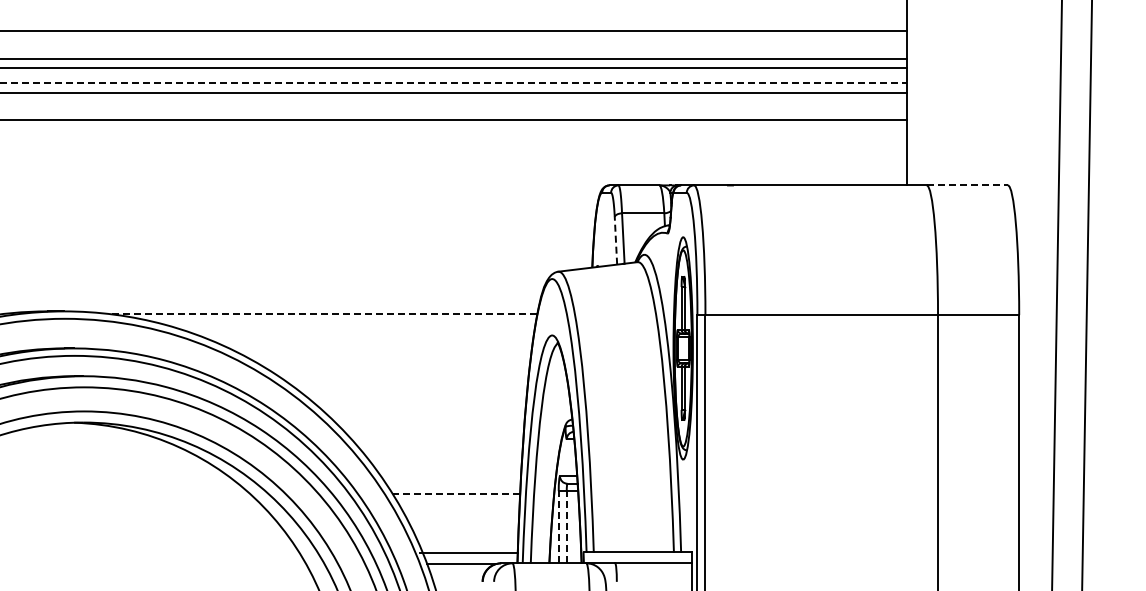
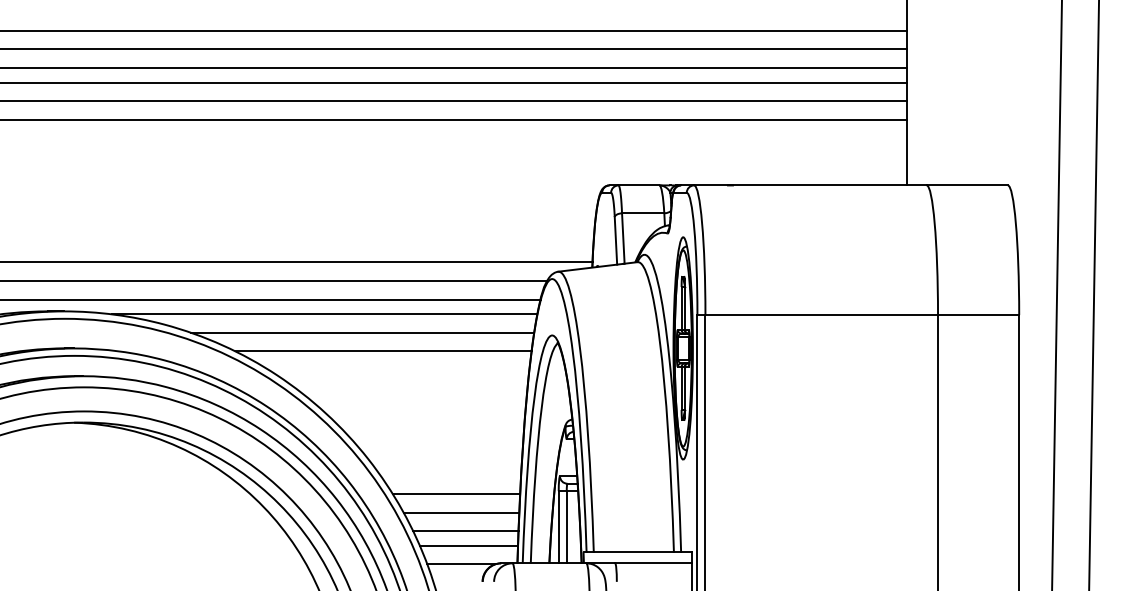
line at (454, 59) position: (454, 59) -> (454, 49)
line at (454, 82): dashed -> solid
line at (454, 93) position: (454, 93) -> (454, 101)
line at (967, 185): dashed -> solid
line at (615, 240): dashed -> solid
line at (297, 262): none -> present
line at (274, 281): none -> present
line at (1086, 294) position: (1086, 294) -> (1093, 294)
line at (271, 299): none -> present
line at (324, 314): dashed -> solid
line at (362, 332): none -> present
line at (383, 351): none -> present
line at (456, 494): dashed -> solid
line at (461, 512): none -> present
line at (558, 526): dashed -> solid
line at (566, 526): dashed -> solid
line at (465, 531): none -> present
line at (468, 552) position: (468, 552) -> (468, 545)
